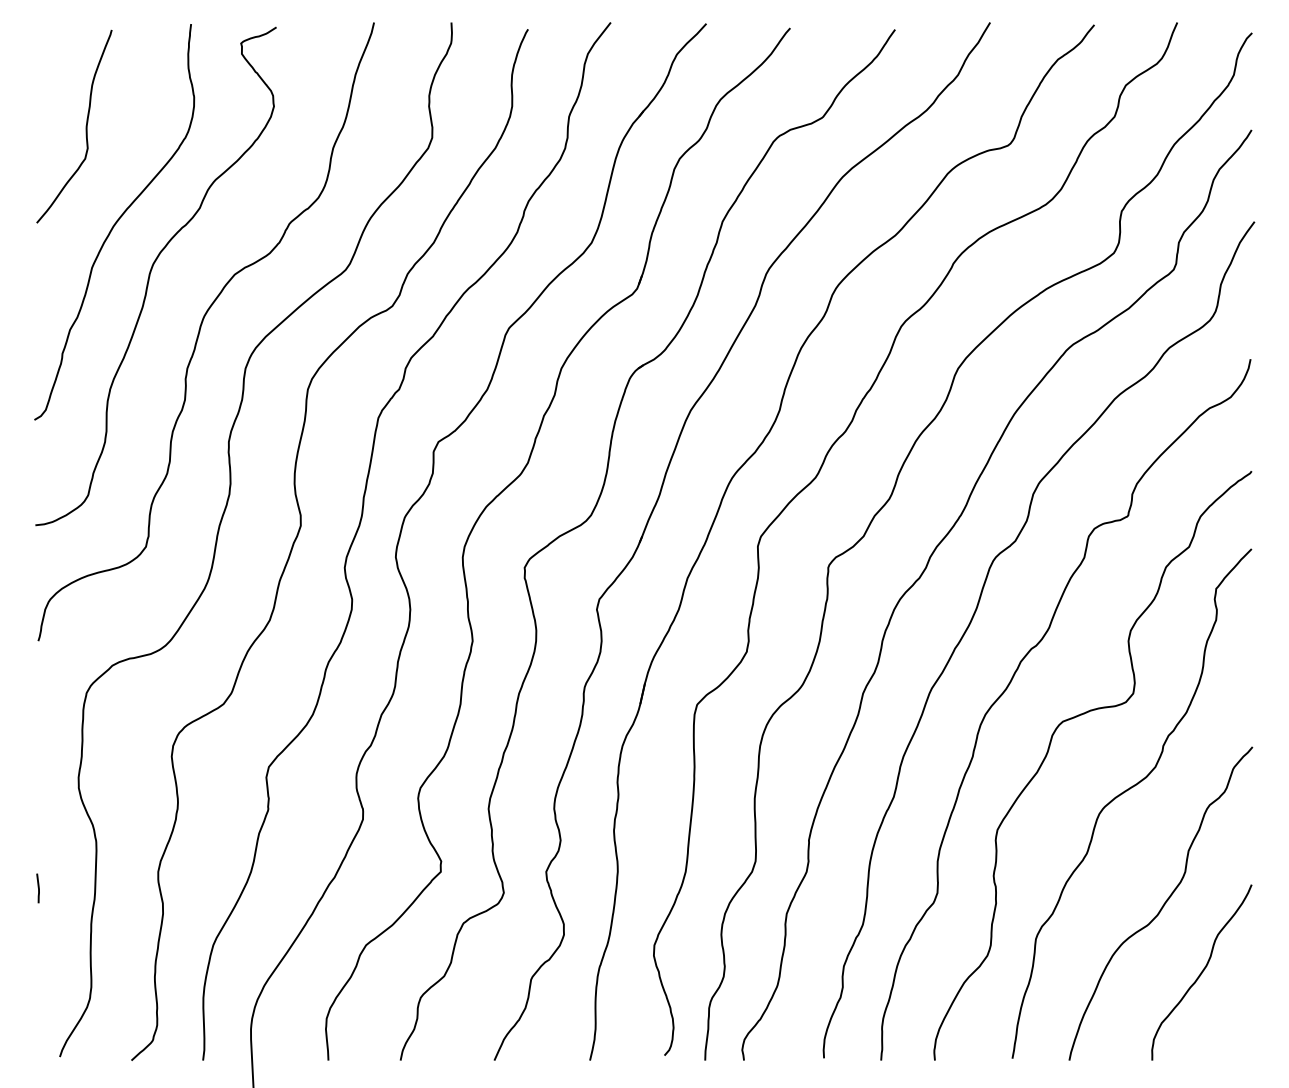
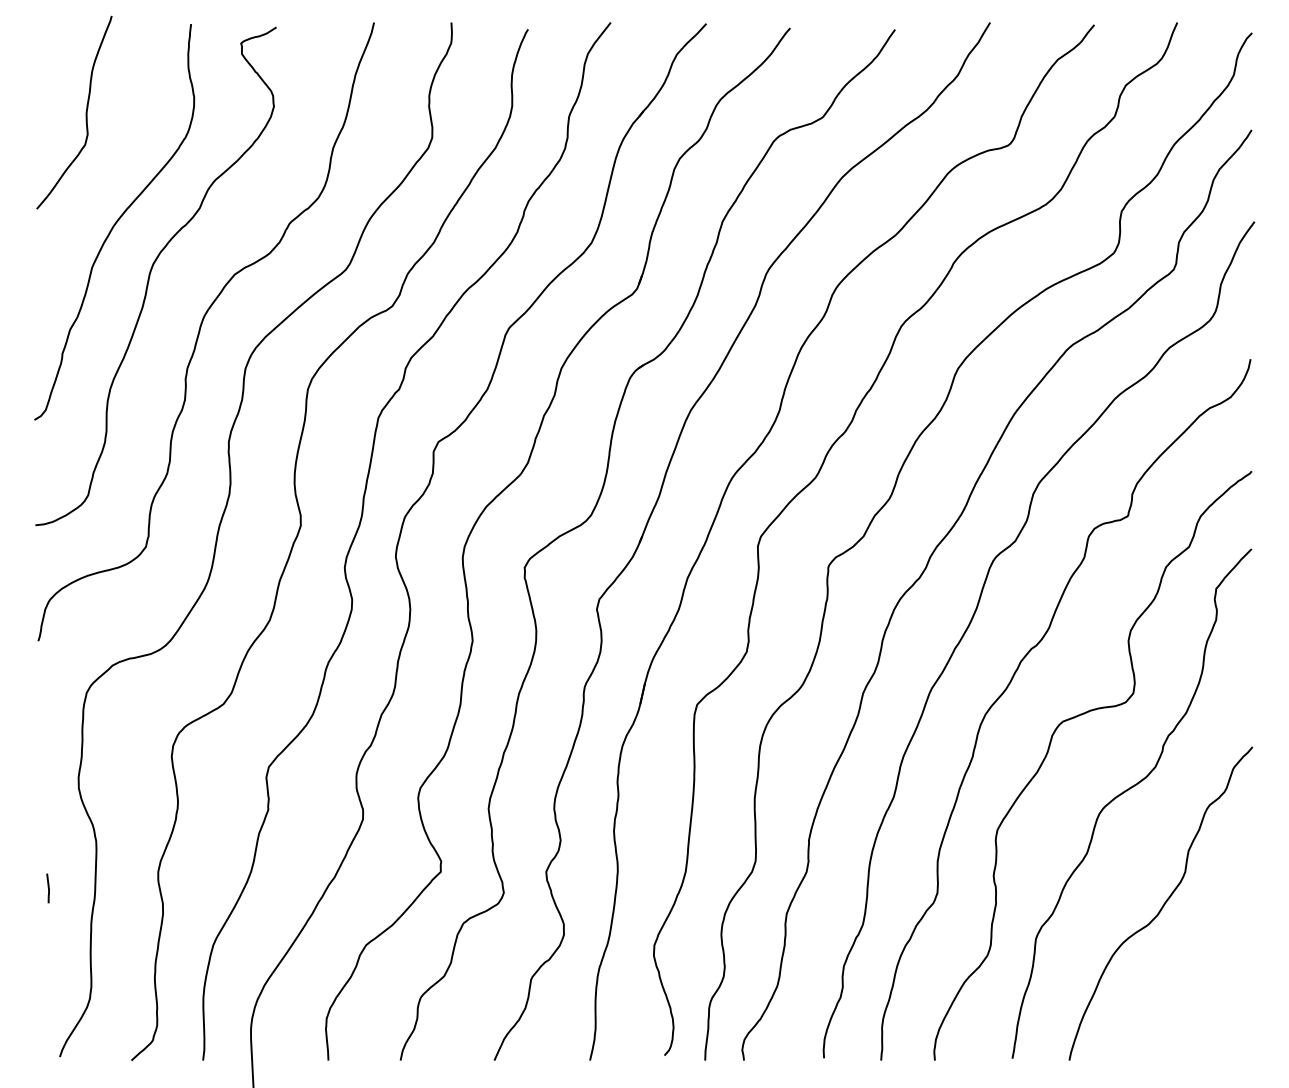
curve at (85, 126) position: (85, 126) -> (85, 112)
line at (37, 887) position: (37, 887) -> (47, 887)
curve at (1201, 972): present -> none
